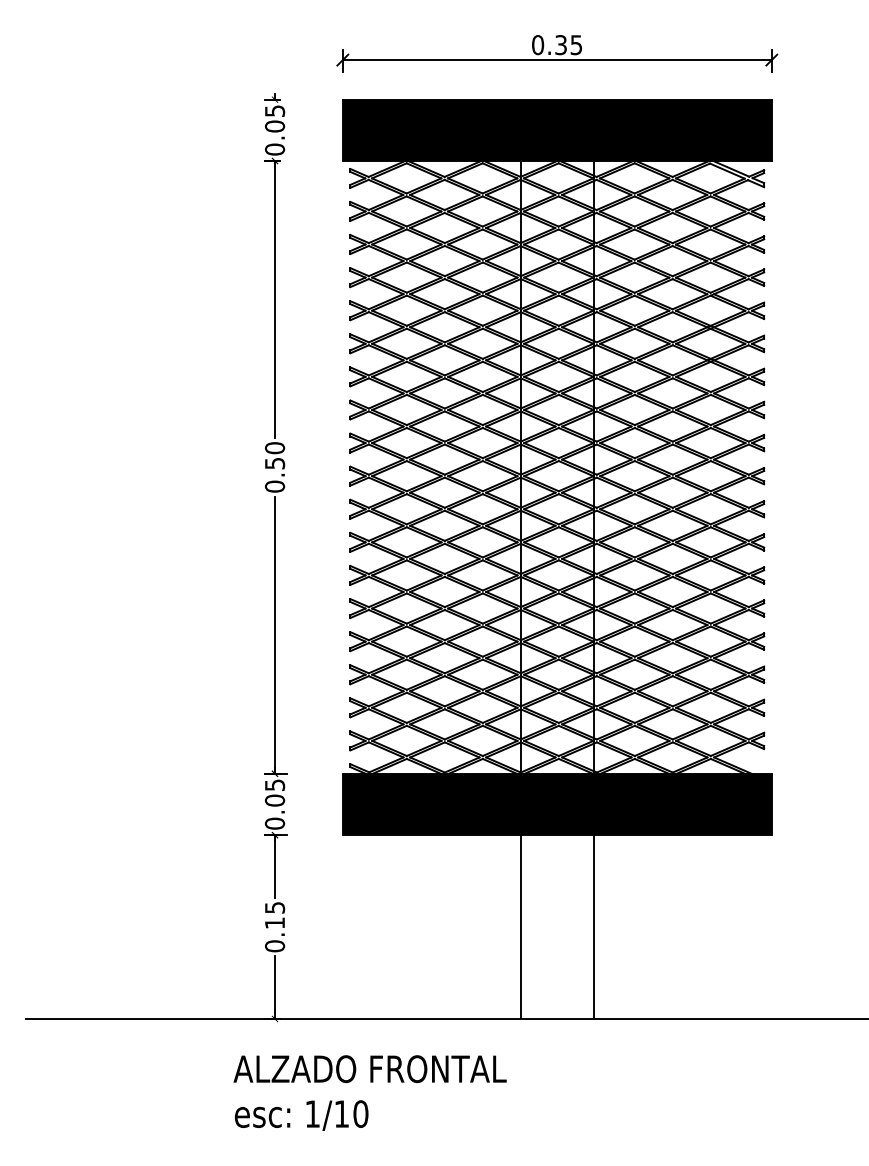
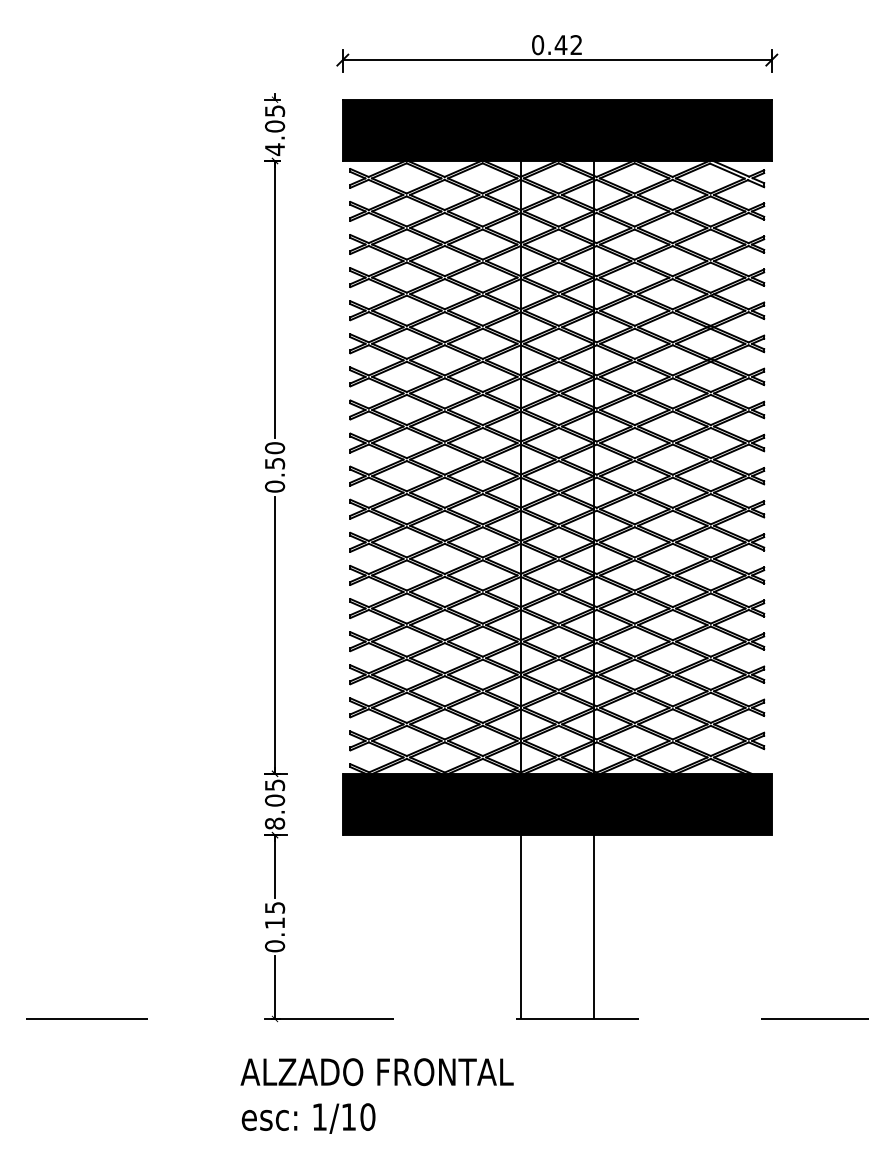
text at (568, 45): 0.35 -> 0.42
text at (274, 149): 0.05 -> 4.05
text at (274, 823): 0.05 -> 8.05
line at (447, 1018): solid -> dashed
text at (369, 1092) position: (369, 1092) -> (376, 1095)
